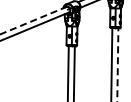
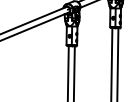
line at (33, 20): dashed -> solid
line at (117, 64): dashed -> solid
